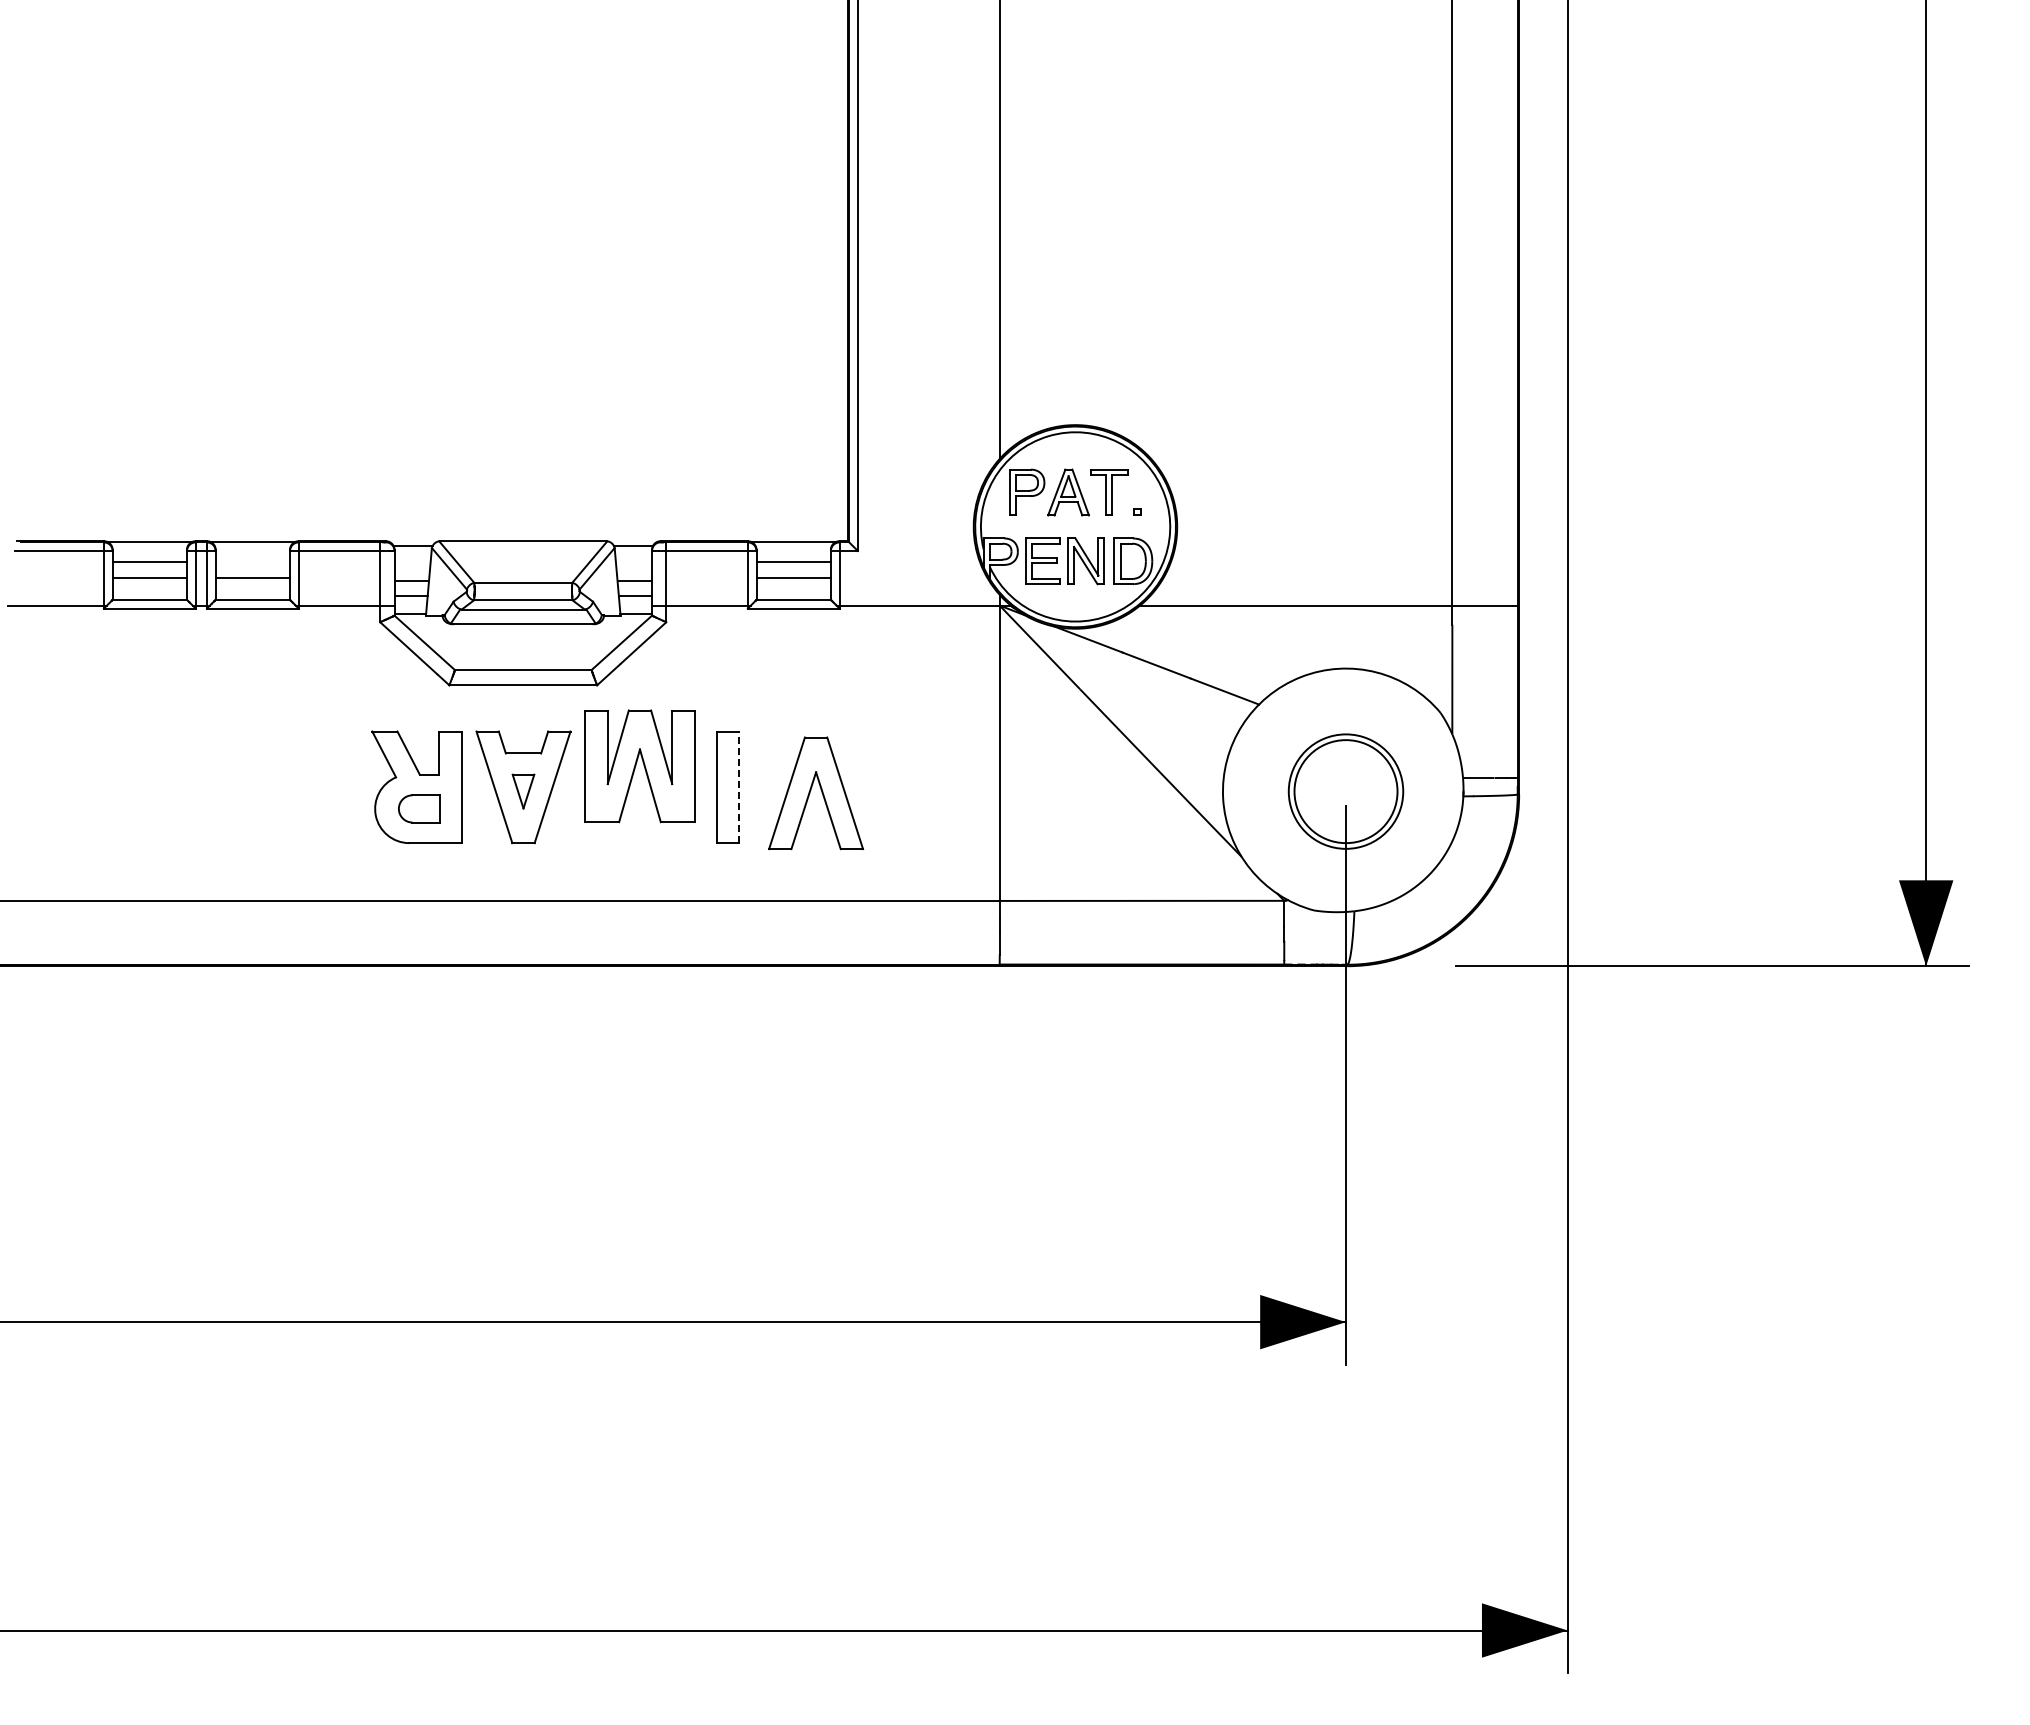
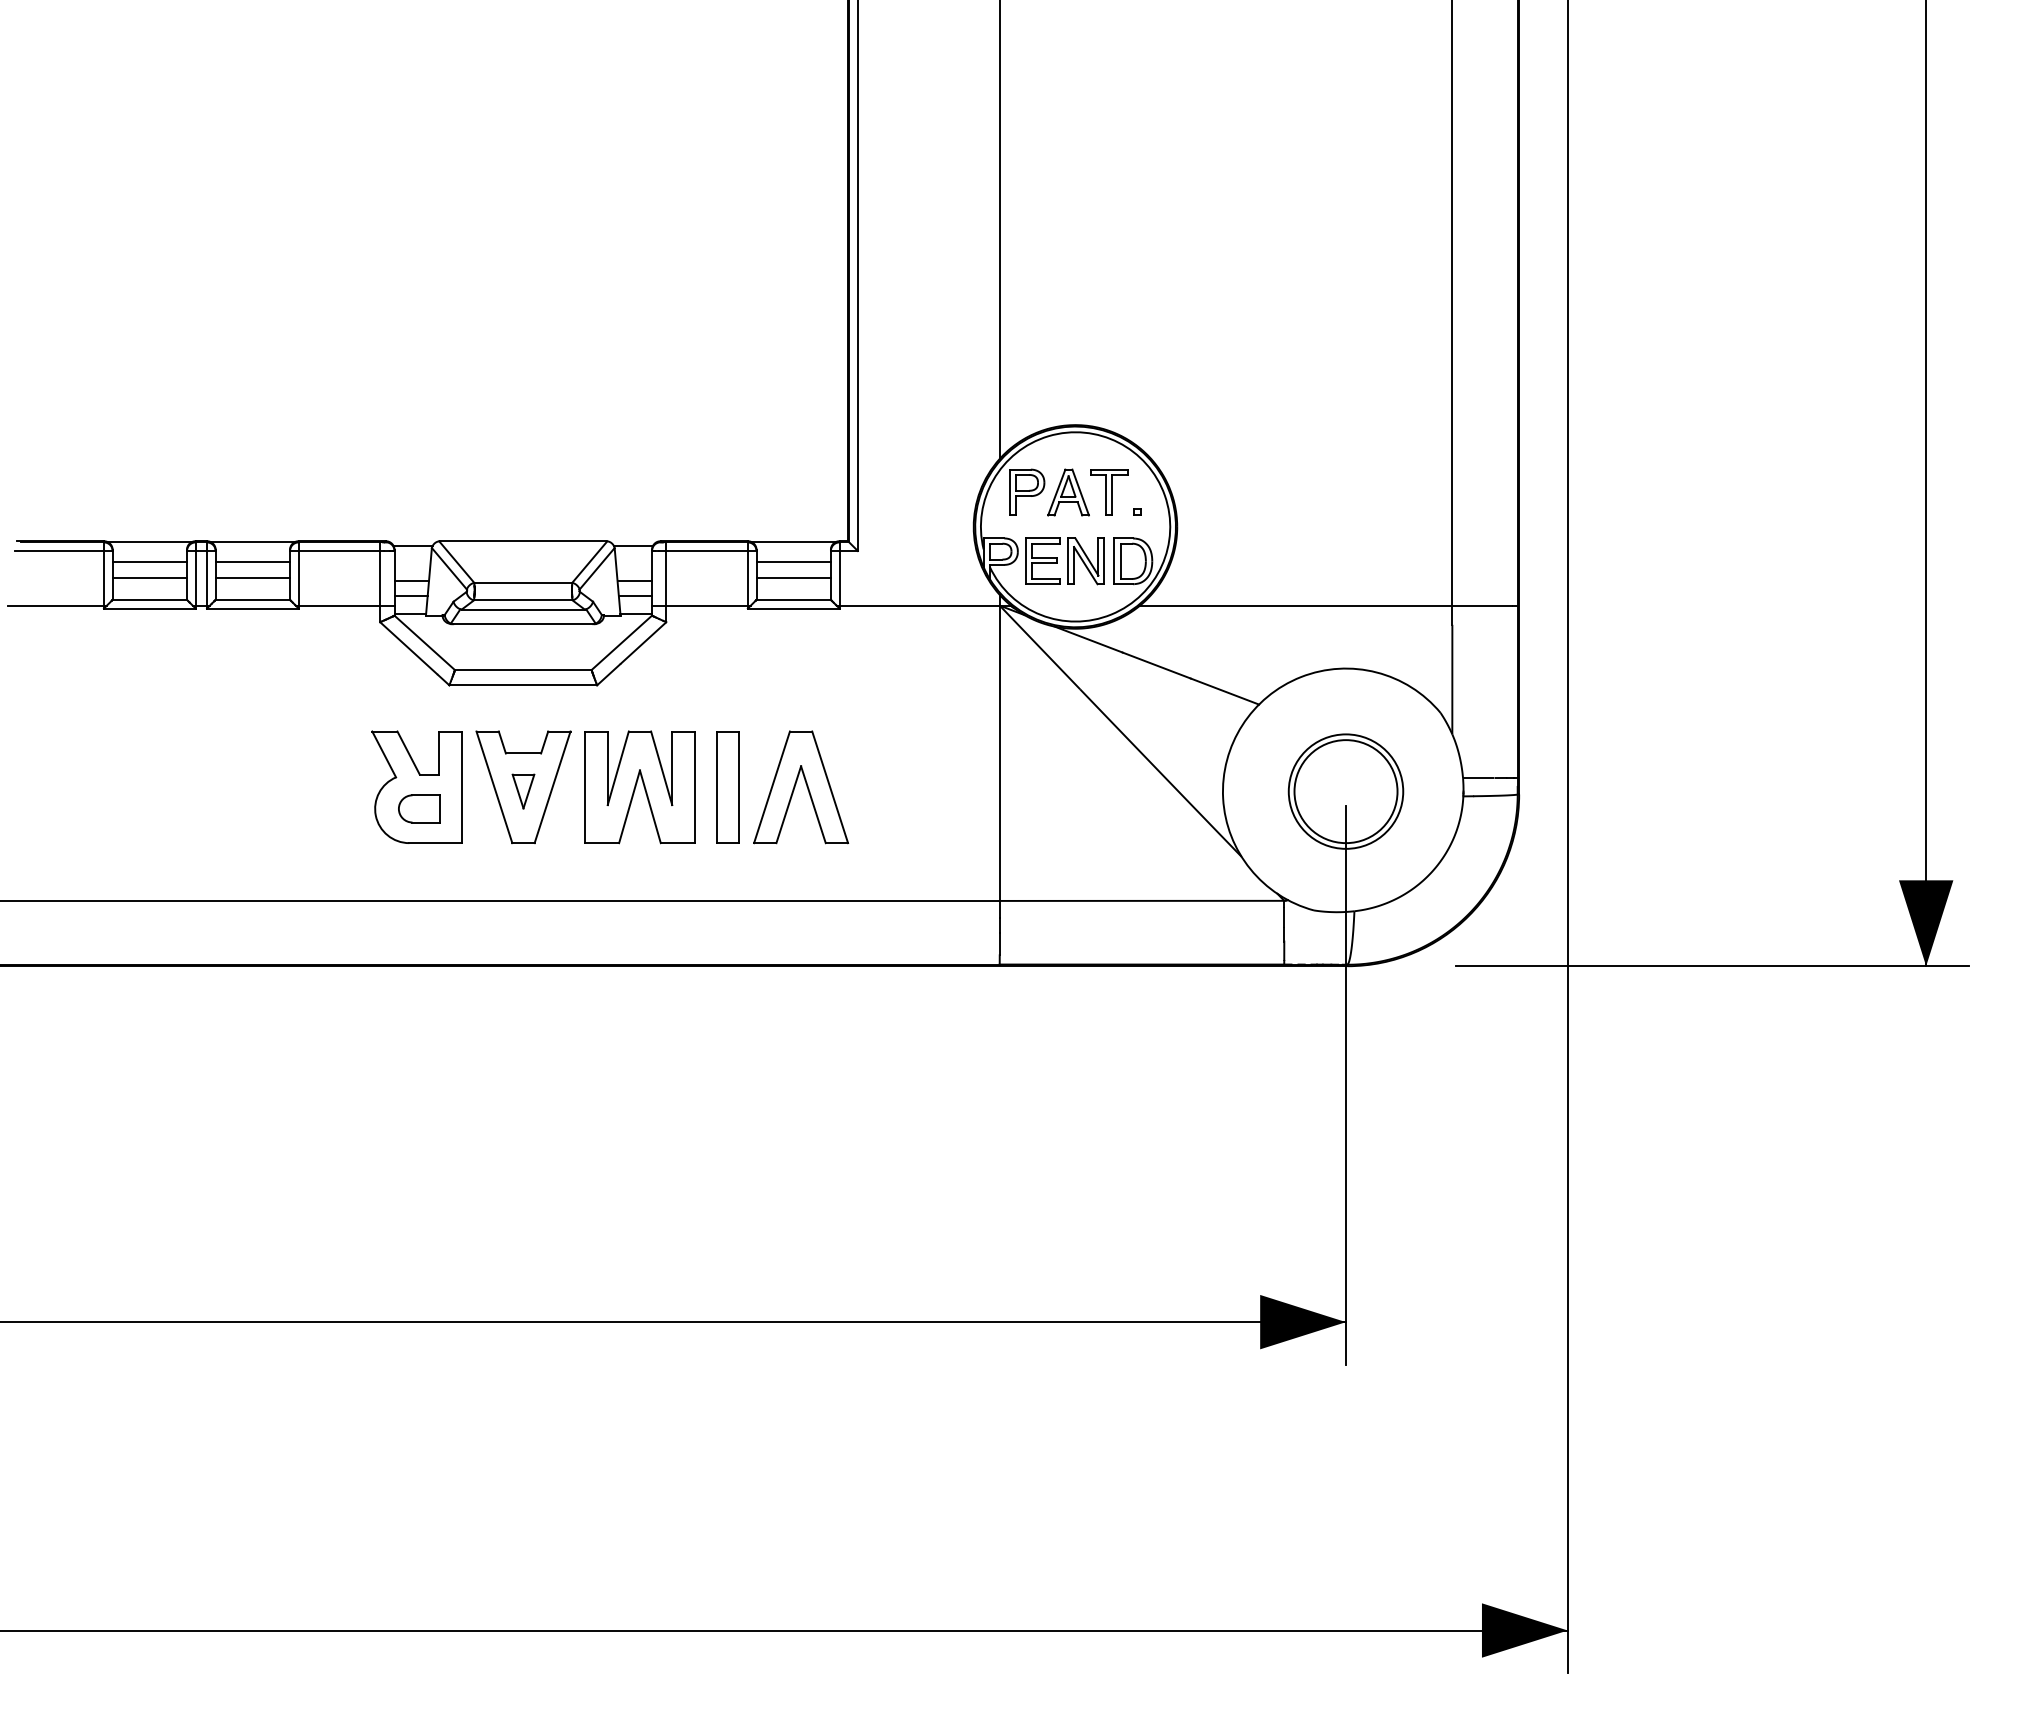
line at (252, 561): none -> present
part at (639, 766) position: (639, 766) -> (639, 787)
line at (739, 787): dashed -> solid
part at (816, 793) position: (816, 793) -> (801, 787)
